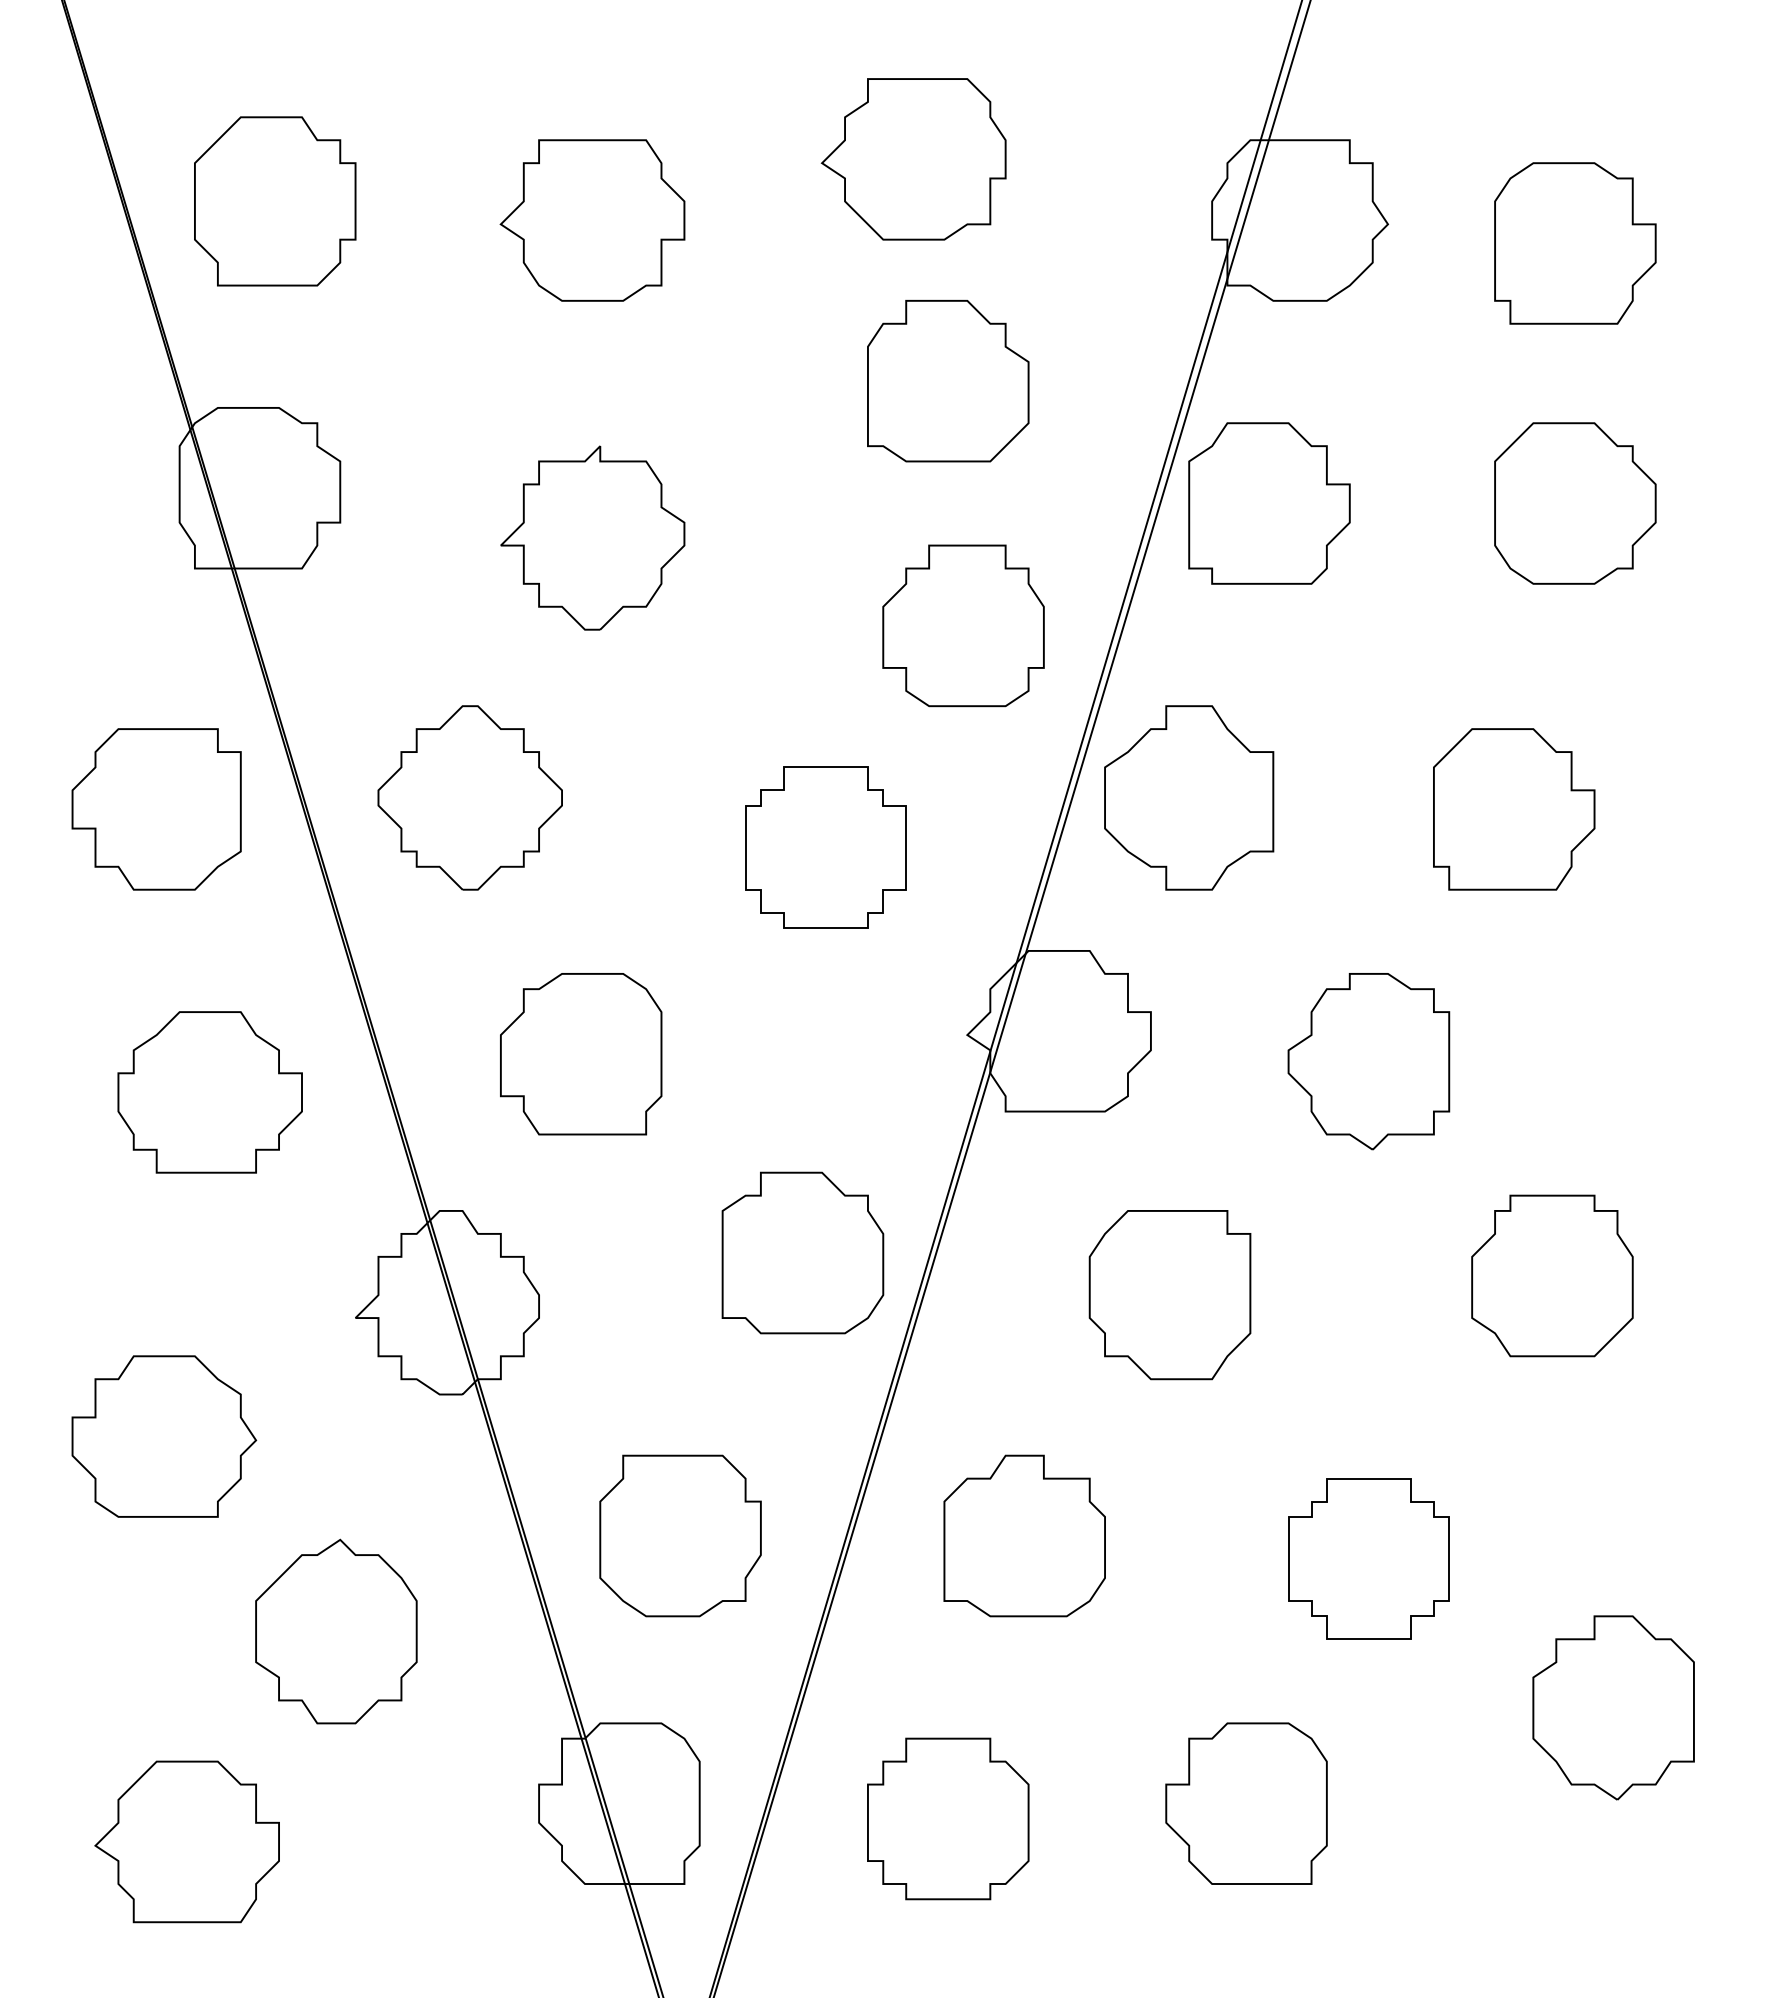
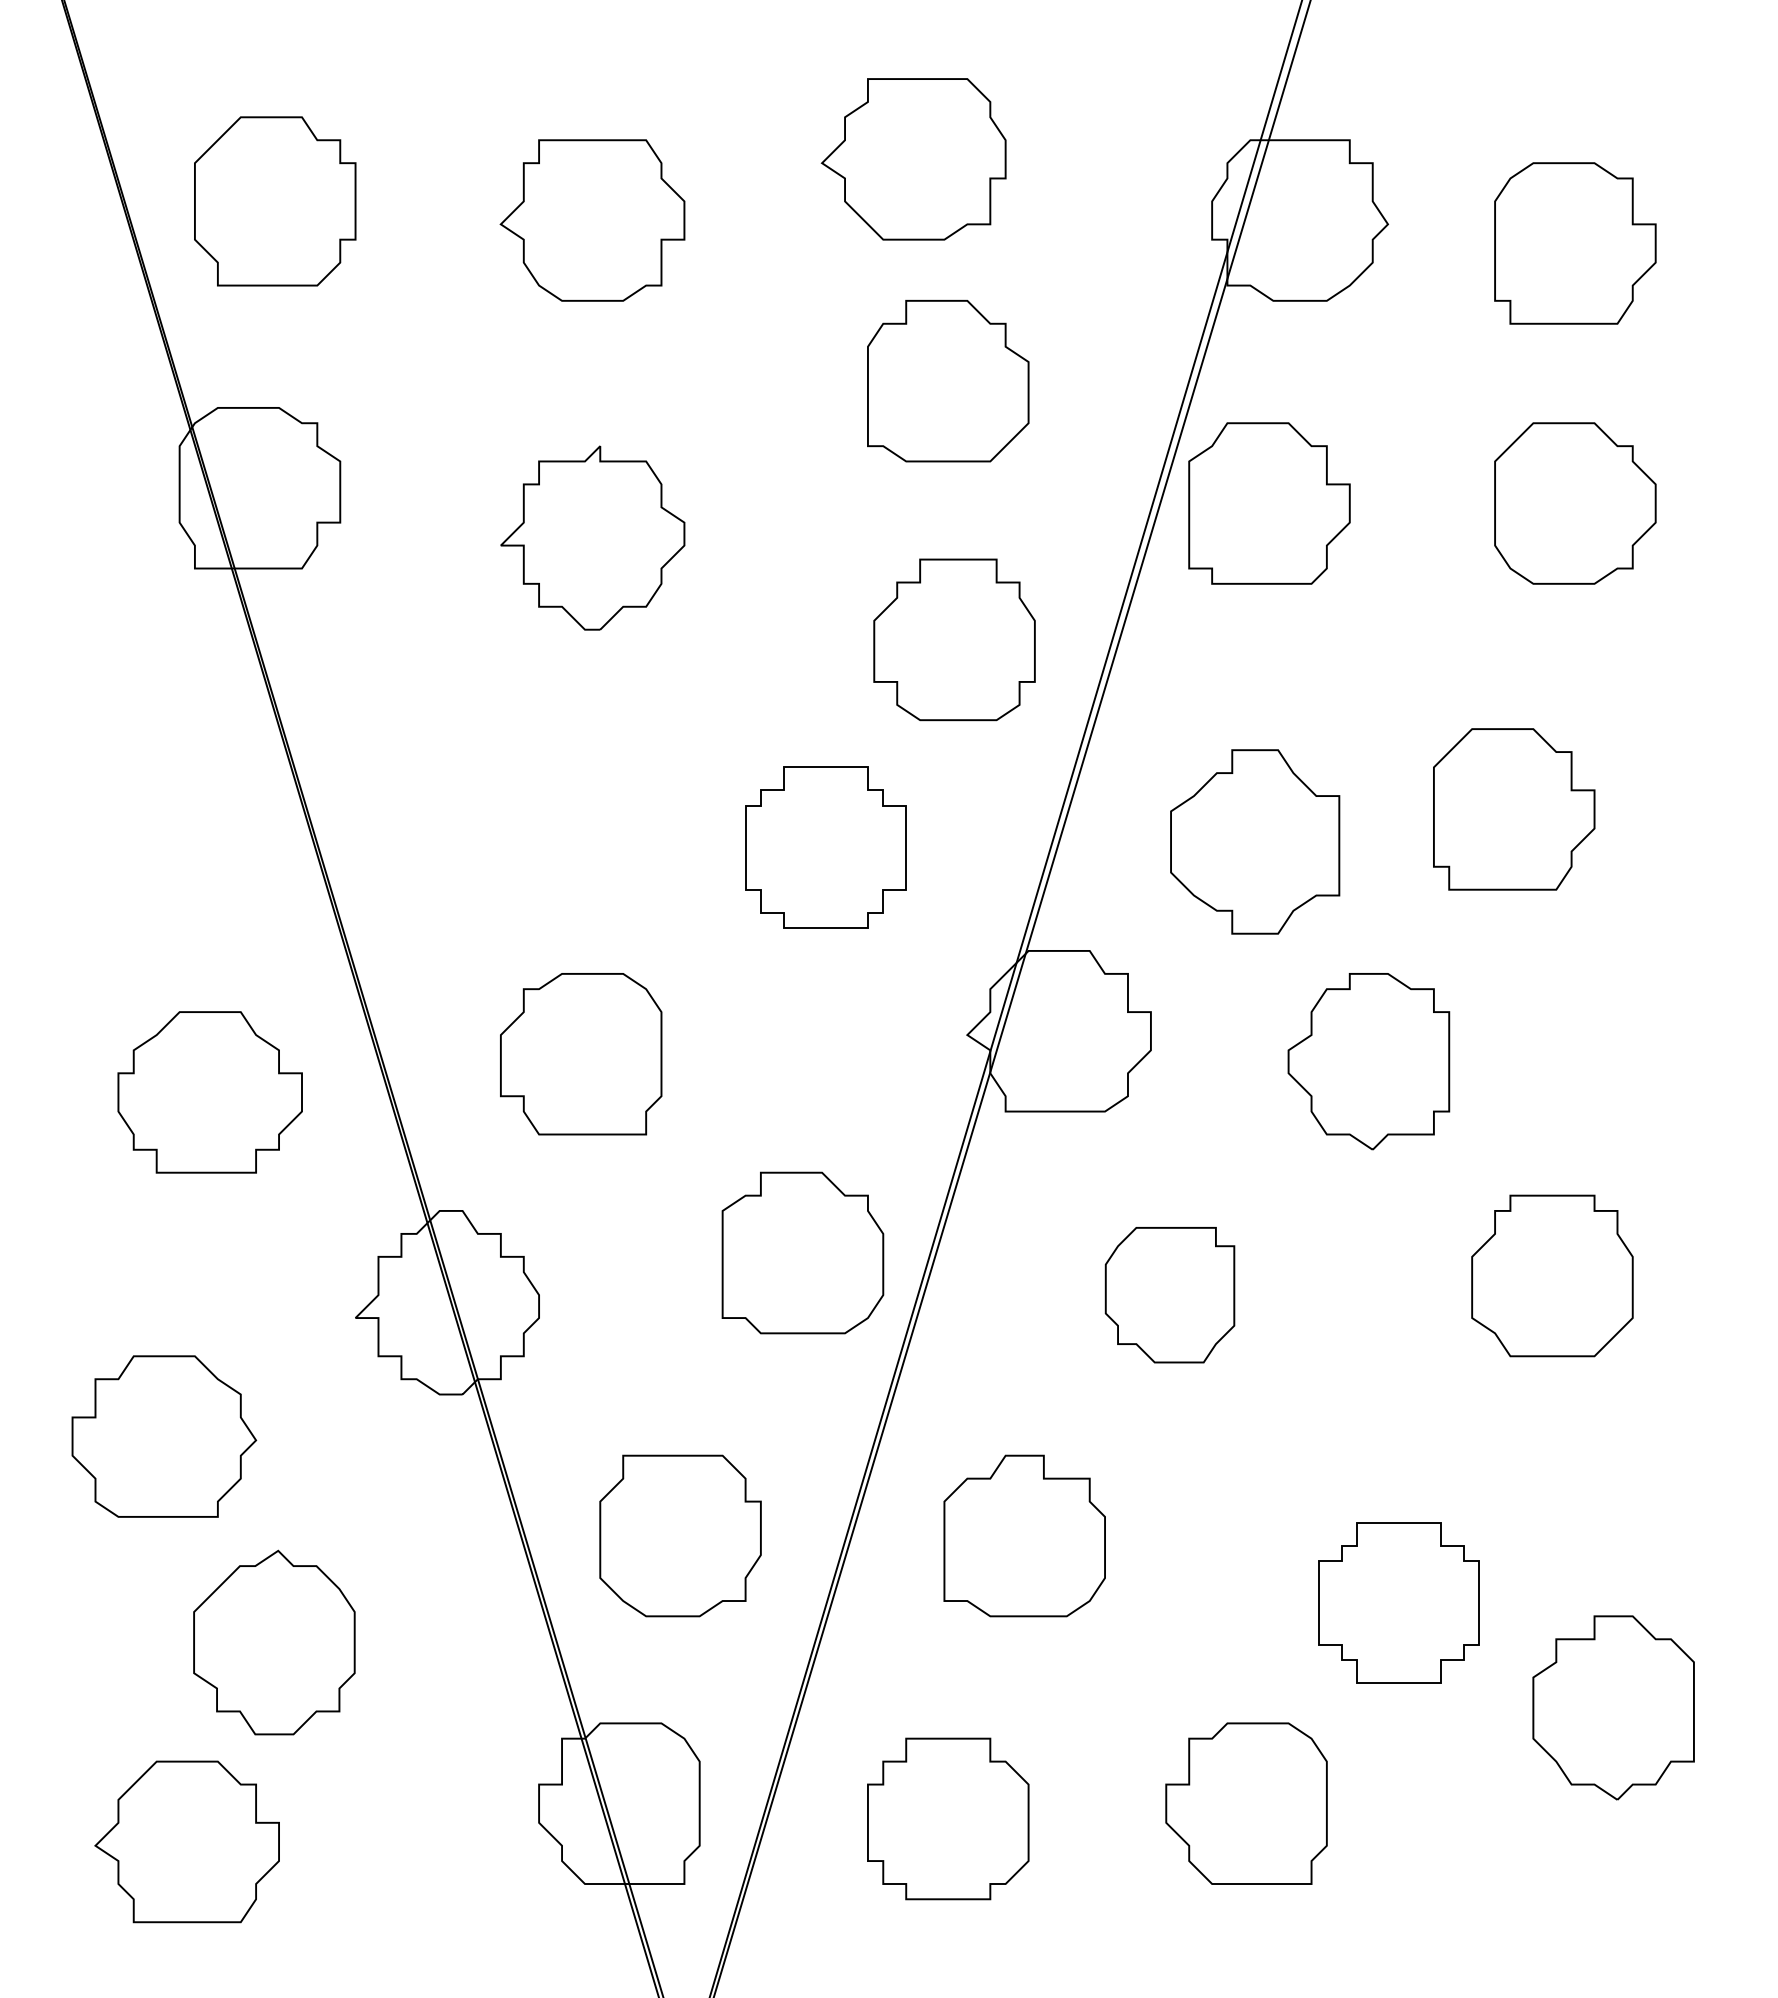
part at (963, 625) position: (963, 625) -> (954, 639)
part at (469, 797): present -> none
part at (1189, 797) position: (1189, 797) -> (1255, 841)
part at (156, 809): present -> none
part at (1169, 1295) size: 164x171 px -> 132x137 px
part at (1368, 1558) position: (1368, 1558) -> (1398, 1602)
part at (336, 1631) position: (336, 1631) -> (274, 1642)
